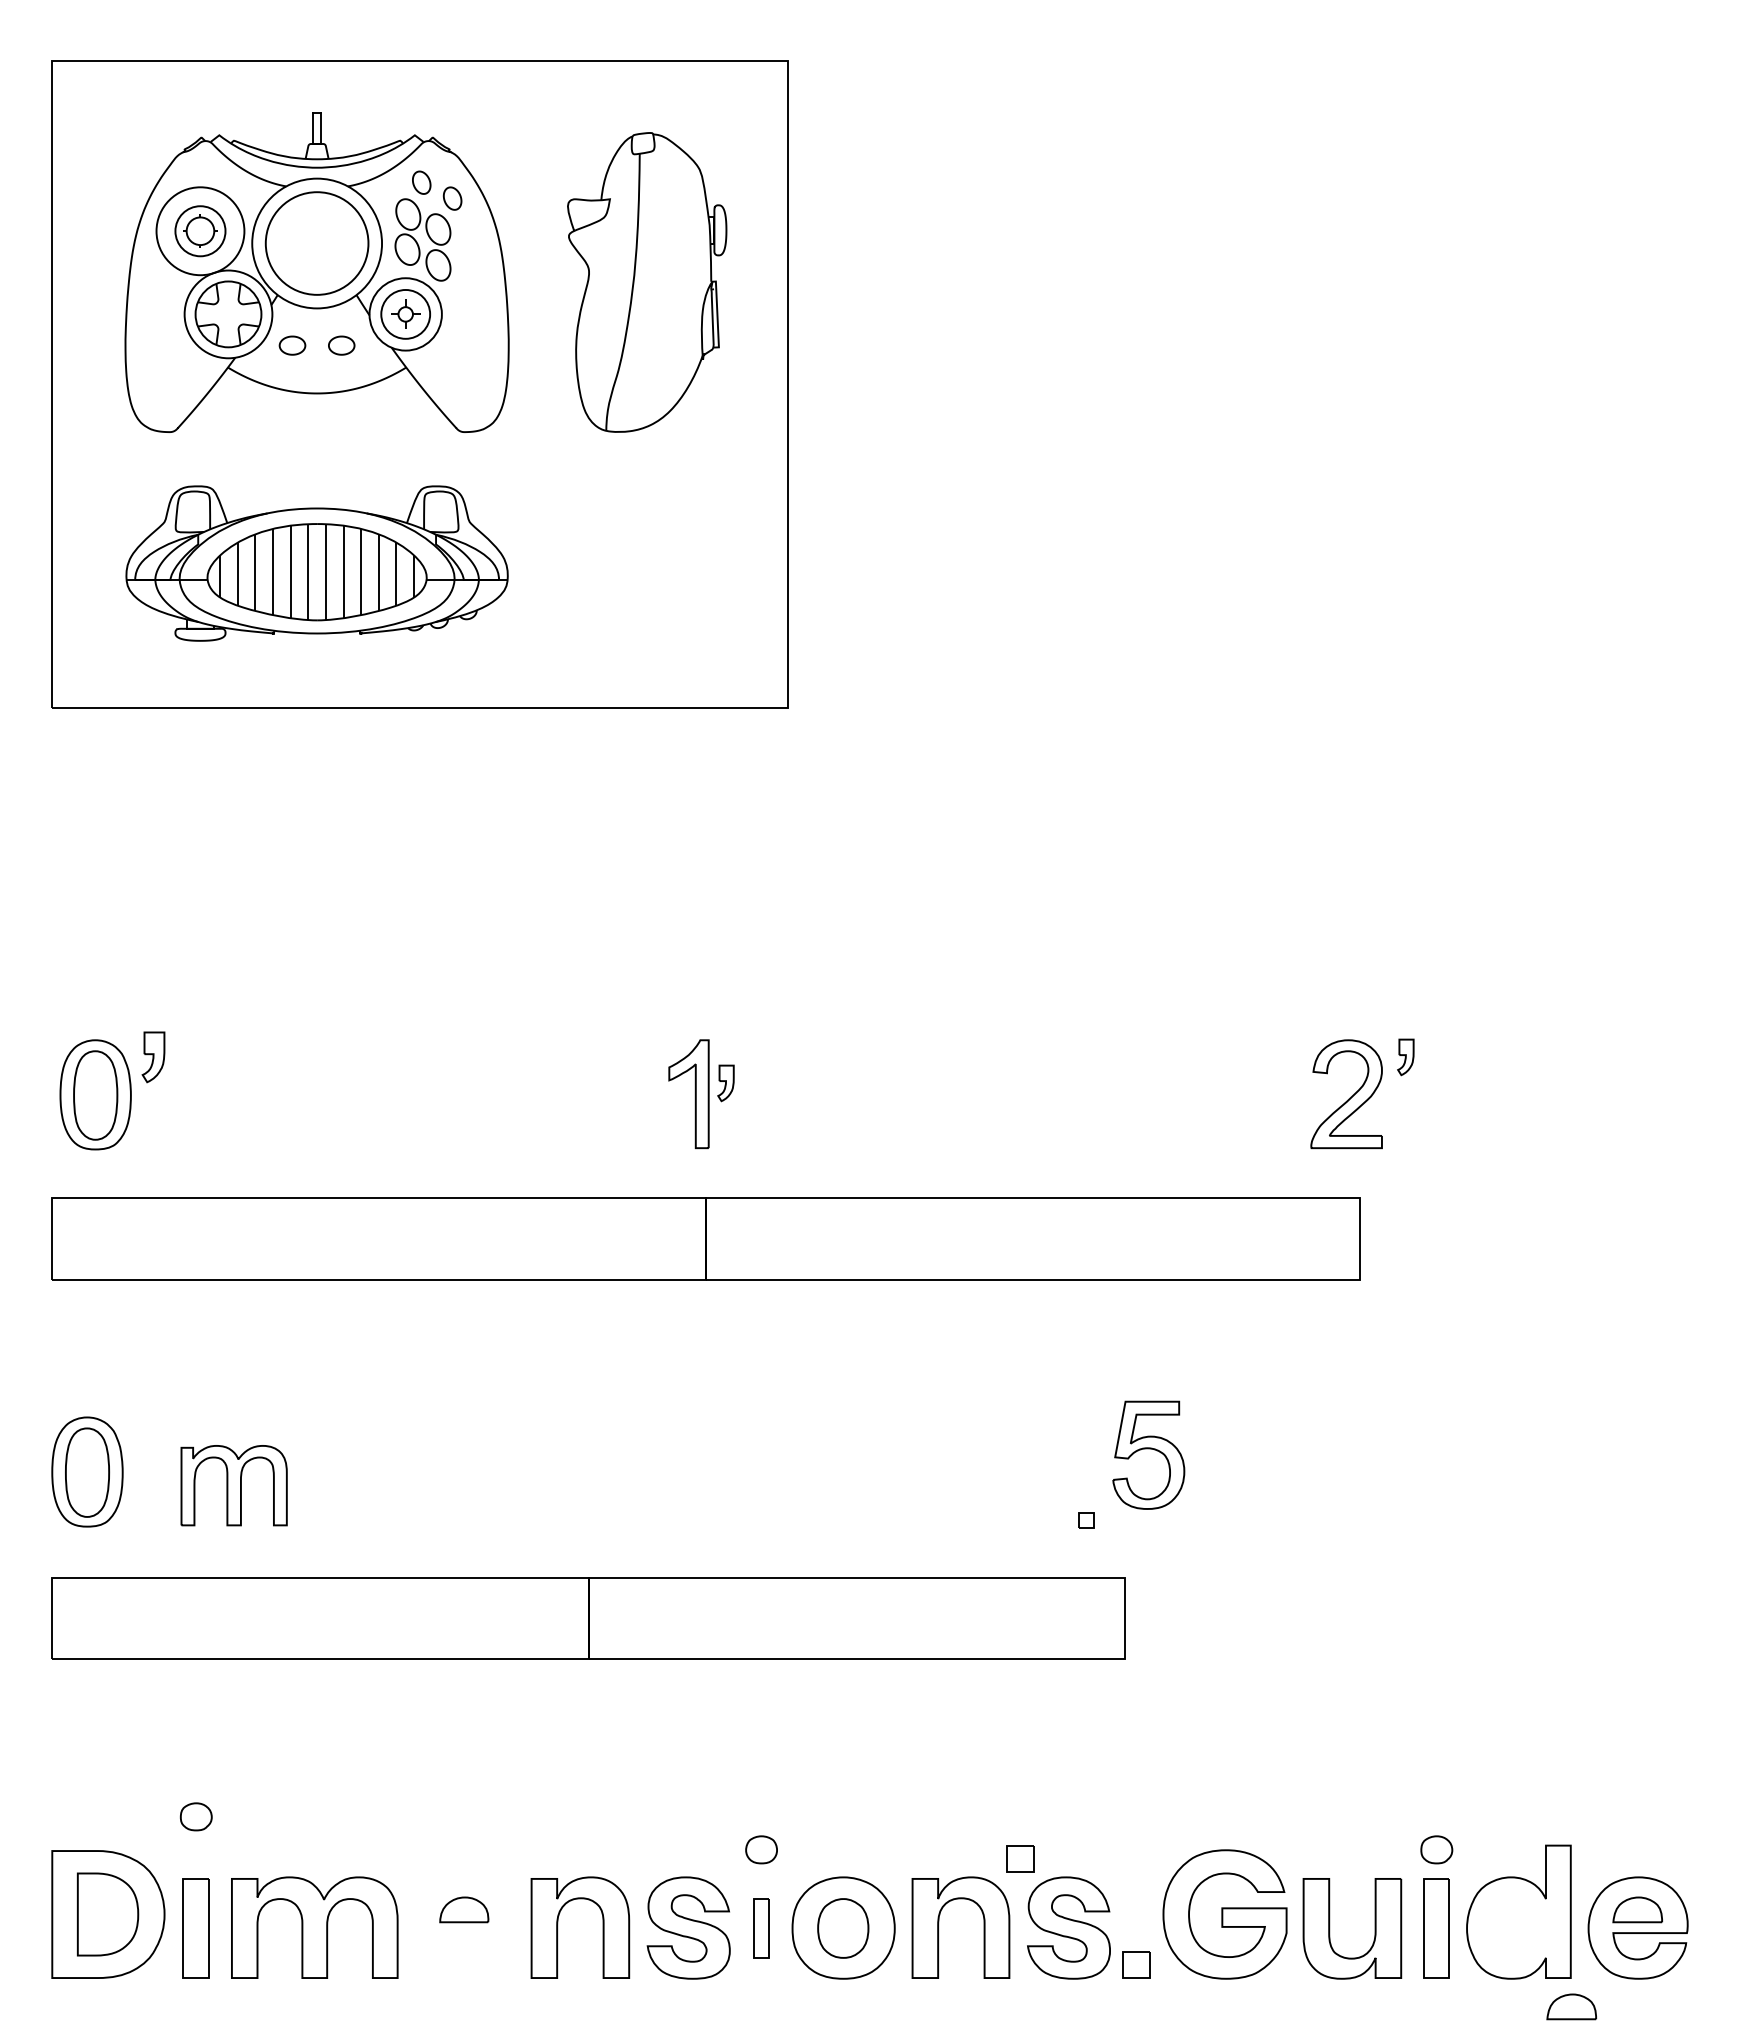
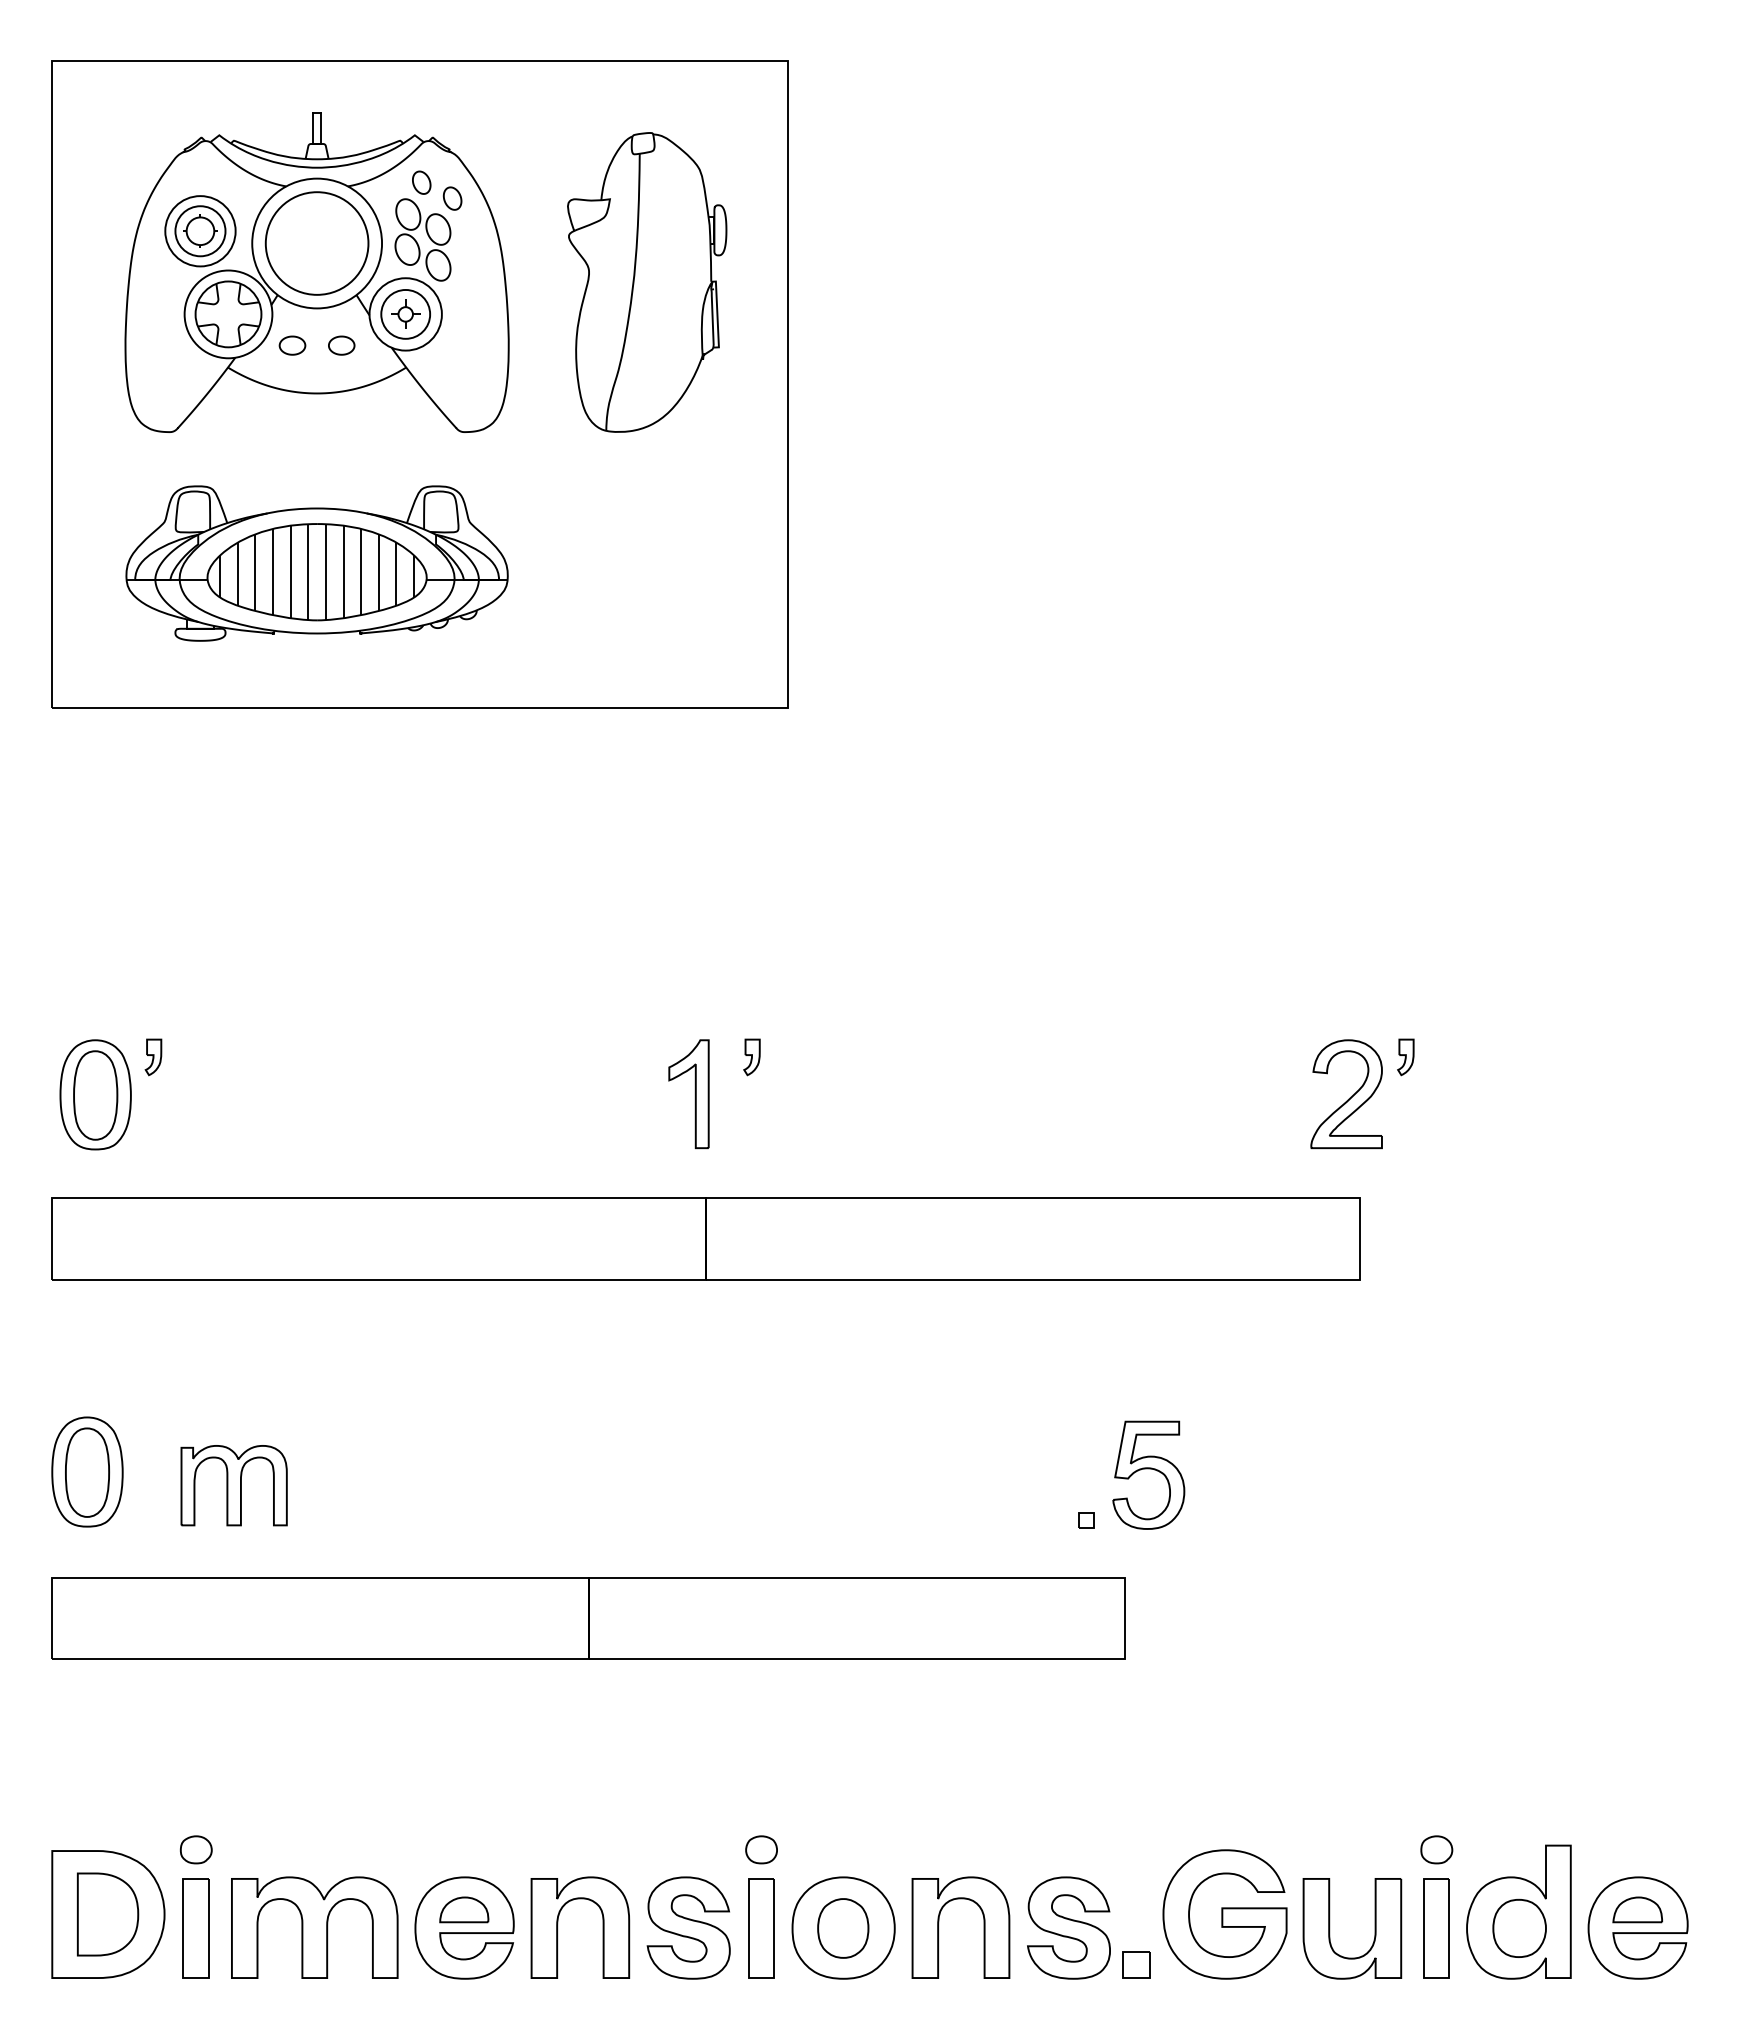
circle at (200, 231) diameter: 88 px -> 70 px
part at (153, 1057) size: 25x53 px -> 19x39 px
part at (725, 1083) position: (725, 1083) -> (751, 1057)
part at (1148, 1454) position: (1148, 1454) -> (1148, 1474)
part at (195, 1816) position: (195, 1816) -> (195, 1849)
part at (1020, 1858): present -> none
part at (464, 1927): none -> present
part at (1519, 1927): none -> present
part at (761, 1928) size: 17x61 px -> 27x101 px
part at (1571, 2006): present -> none
